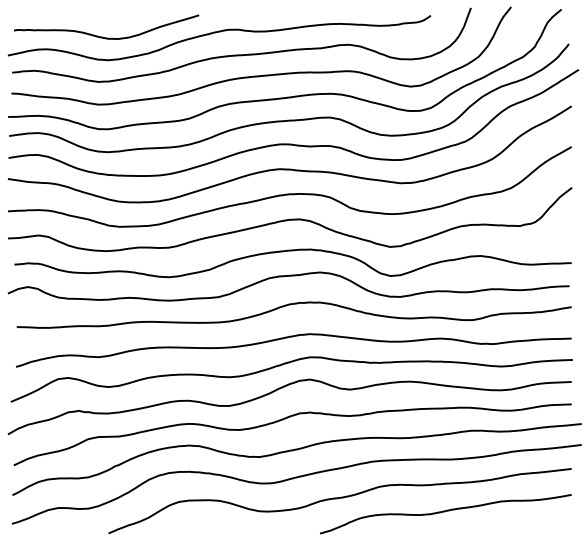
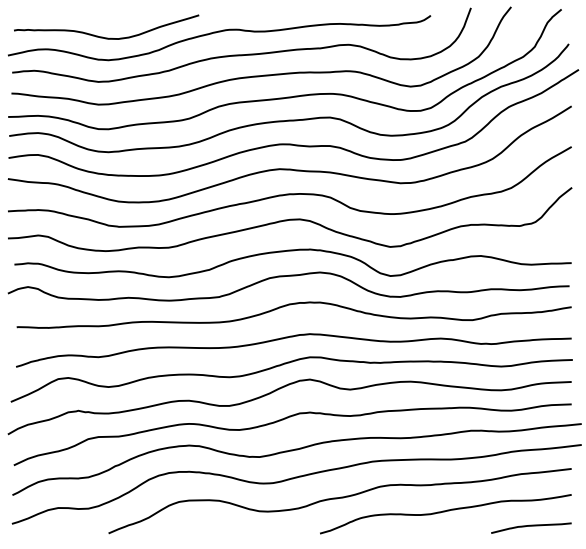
curve at (531, 526): none -> present
